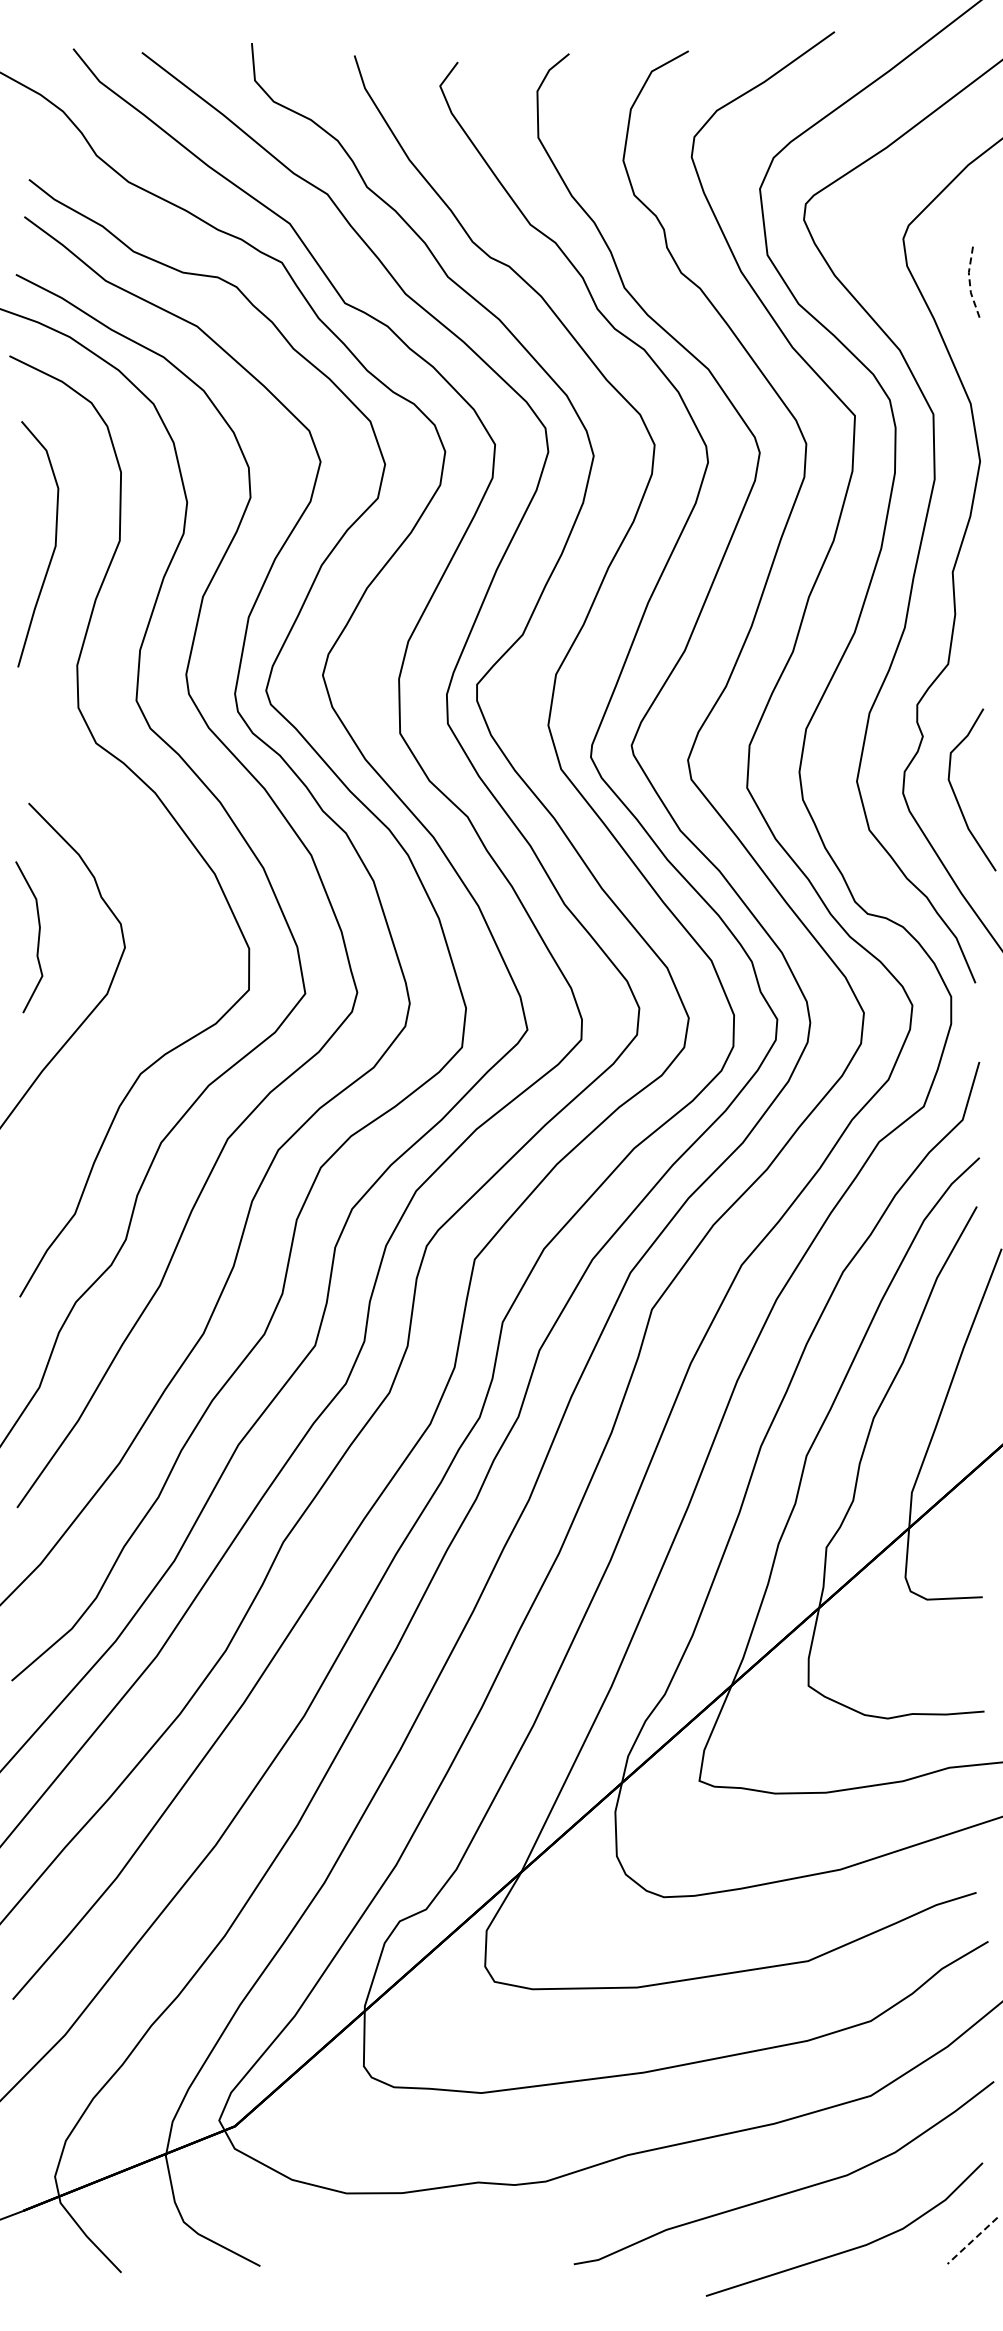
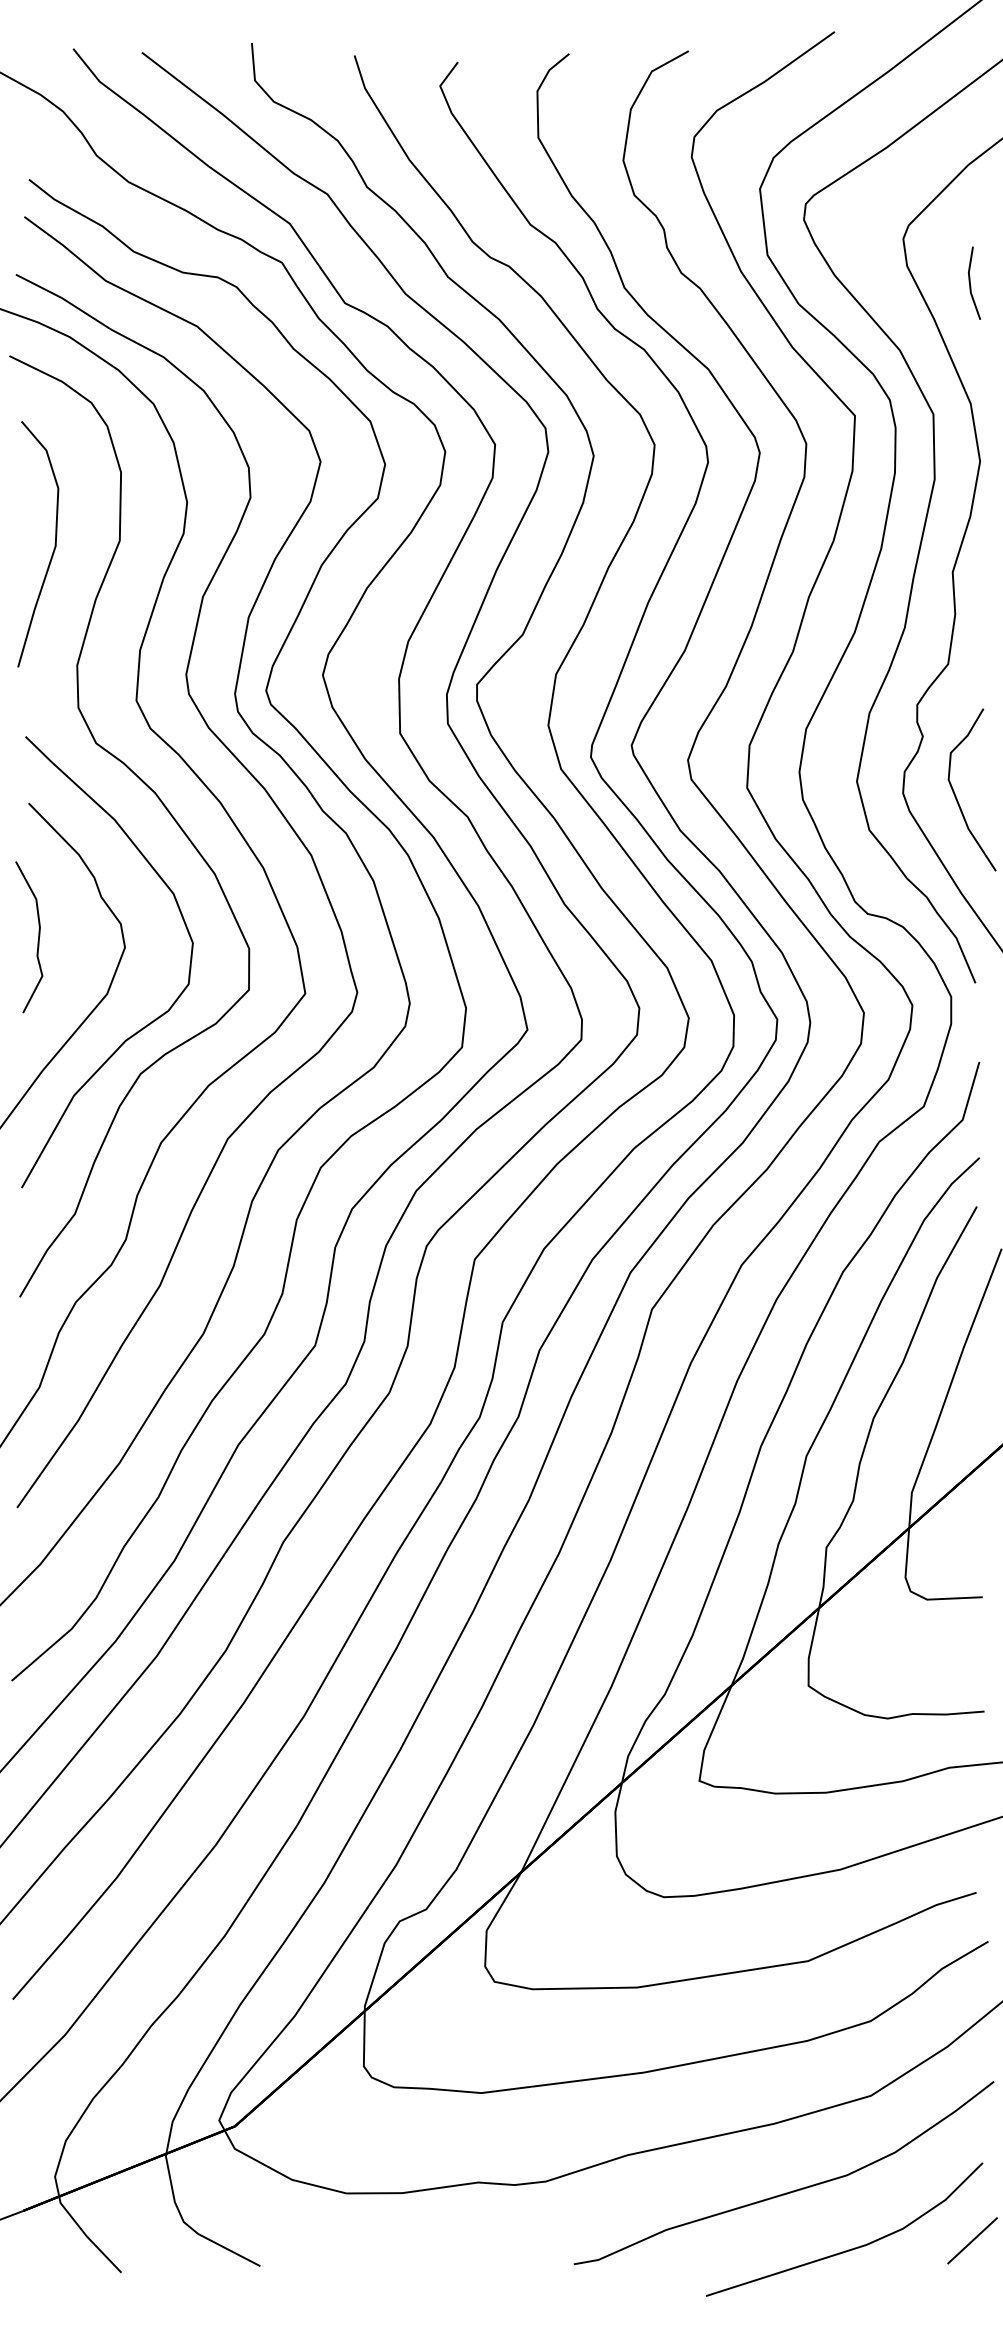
line at (970, 284): dashed -> solid
curve at (152, 1020): none -> present
line at (972, 2241): dashed -> solid
